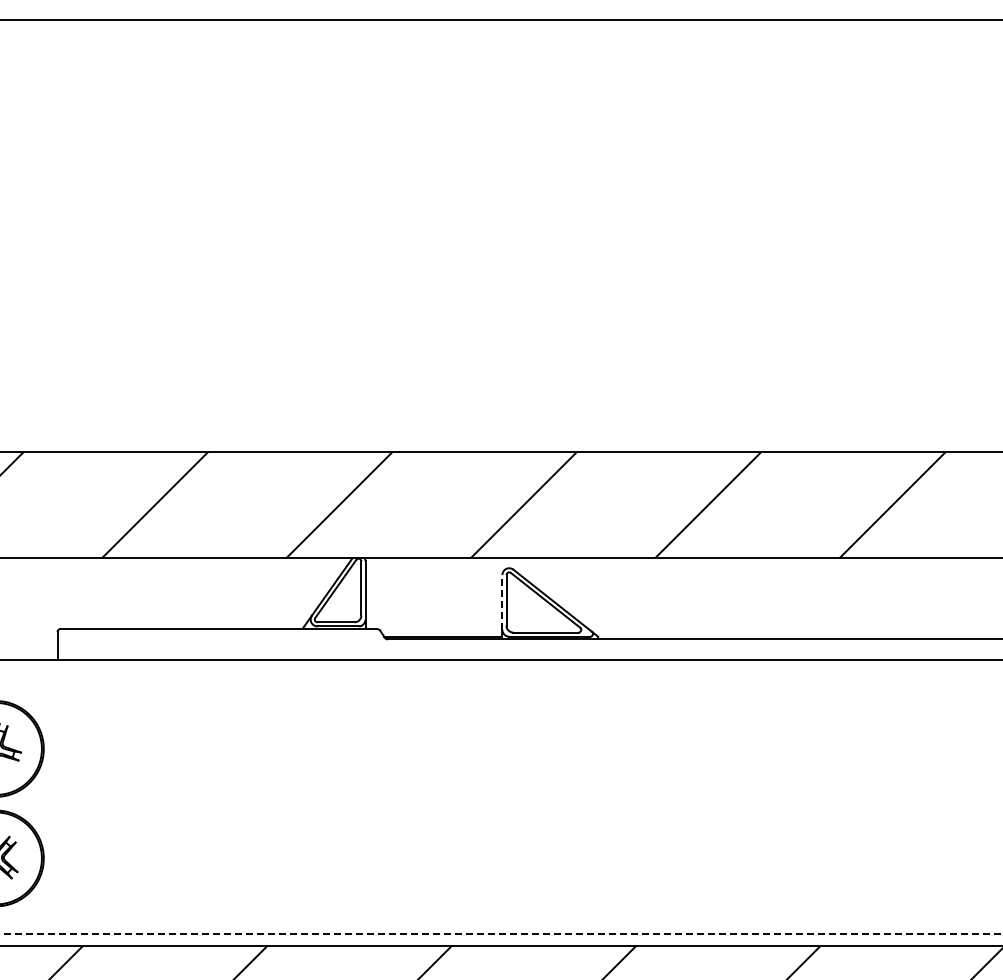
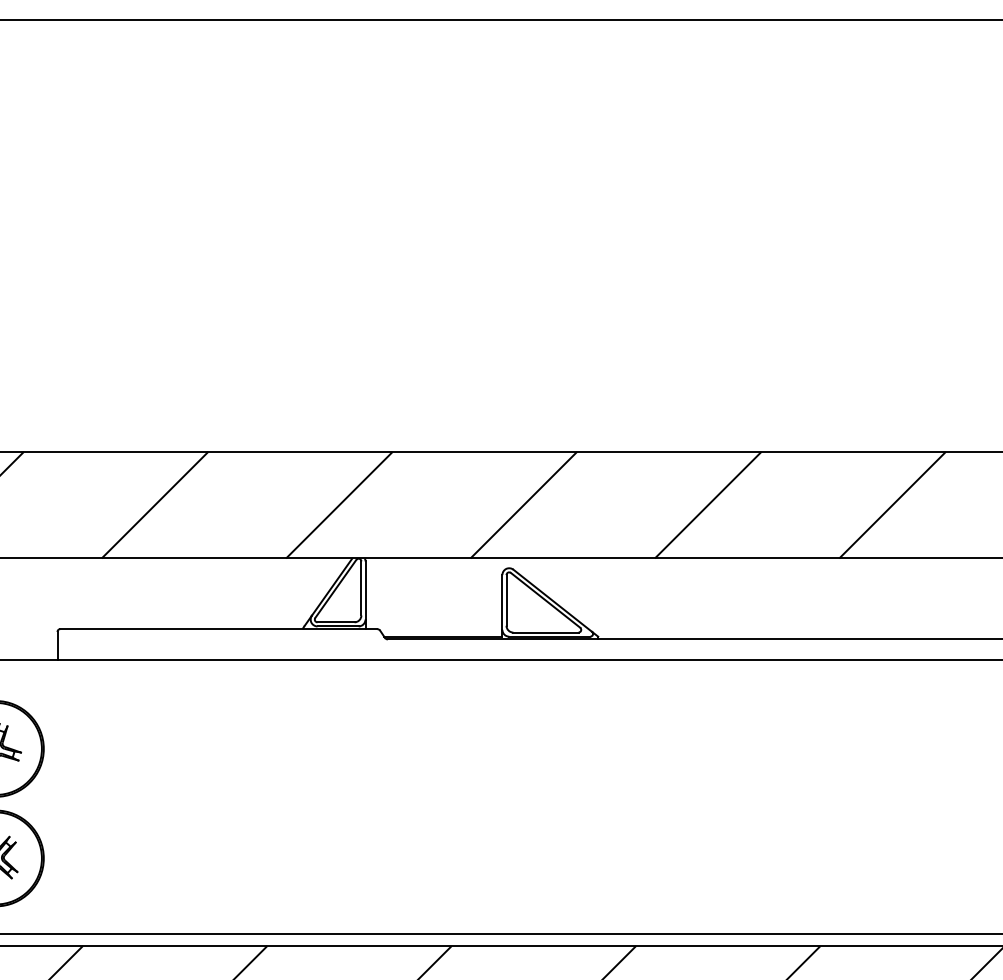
line at (502, 601): dashed -> solid
line at (501, 933): dashed -> solid
